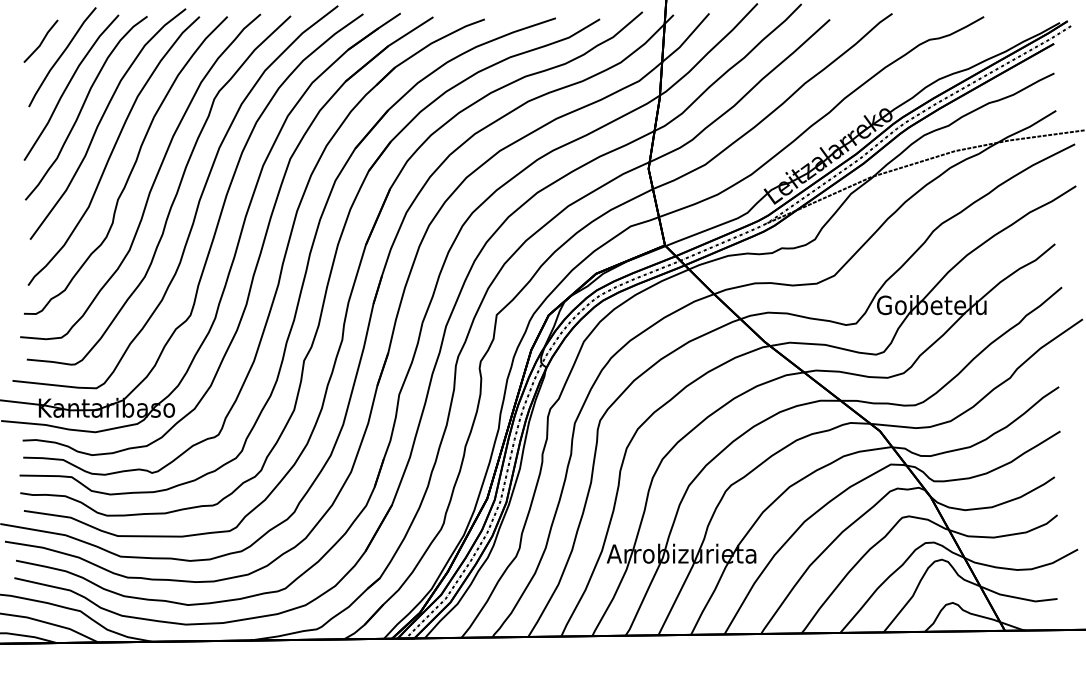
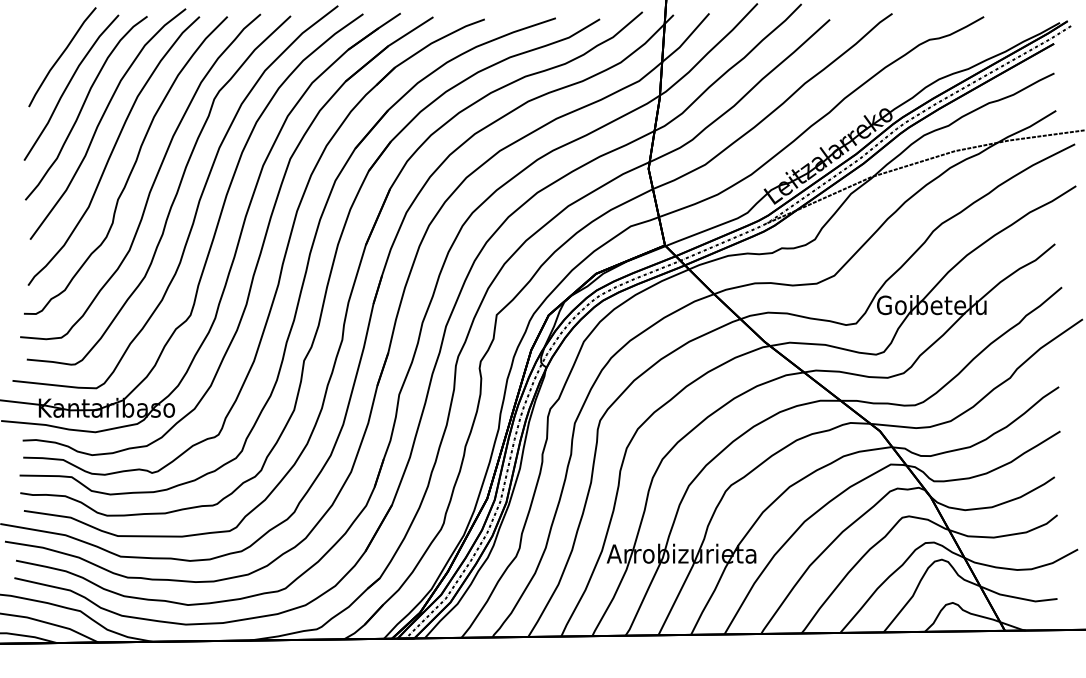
line at (41, 40): present -> none
